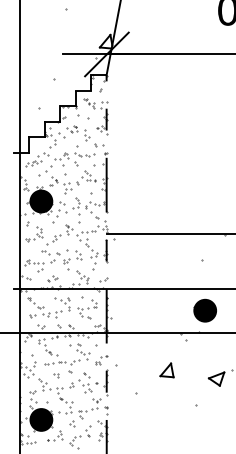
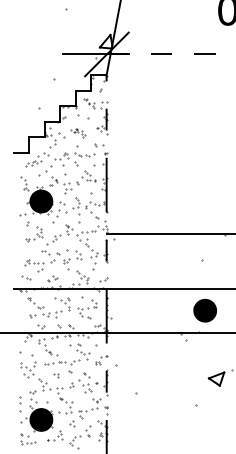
line at (171, 54): solid -> dashed
part at (78, 133) size: 25x17 px -> 17x11 px
line at (19, 226): present -> none
part at (166, 370): present -> none
